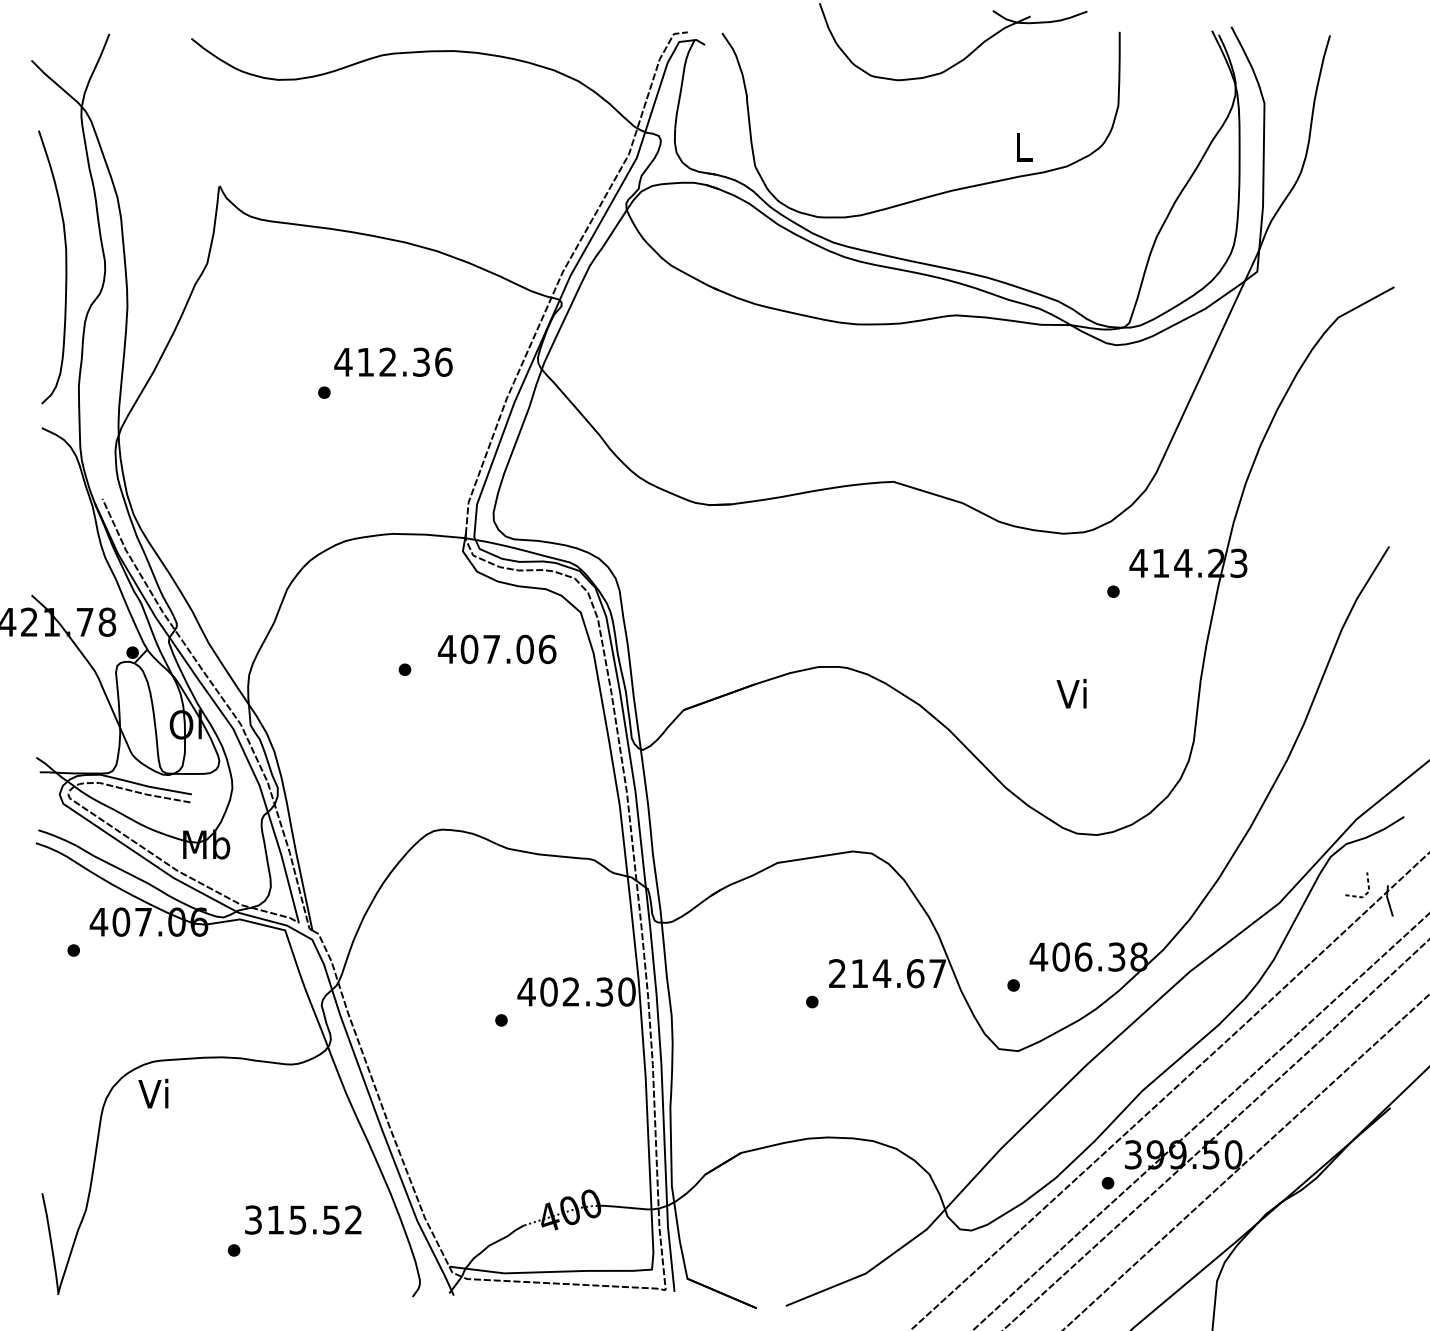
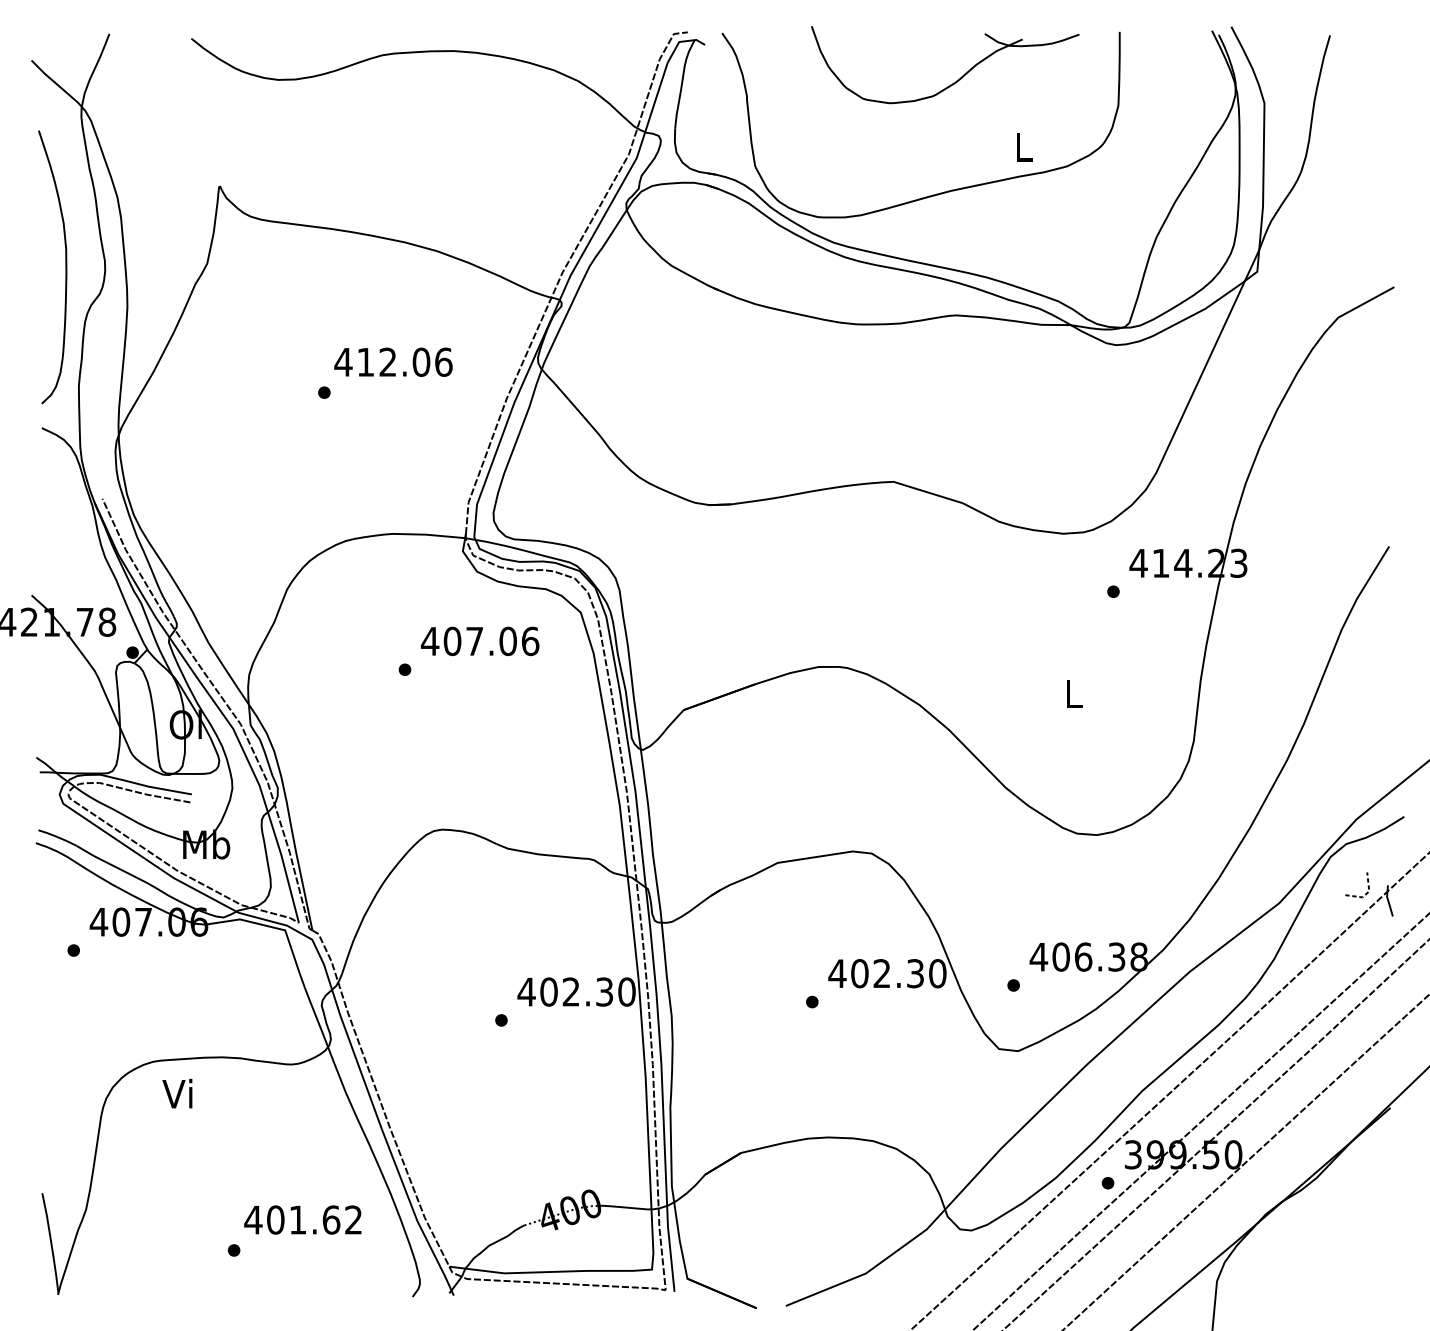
part at (964, 57) position: (964, 57) -> (956, 80)
text at (421, 361): 412.36 -> 412.06
text at (497, 649) position: (497, 649) -> (480, 641)
text at (1071, 693): Vi -> L
text at (887, 973): 214.67 -> 402.30
text at (153, 1093) position: (153, 1093) -> (177, 1093)
text at (292, 1219): 315.52 -> 401.62
